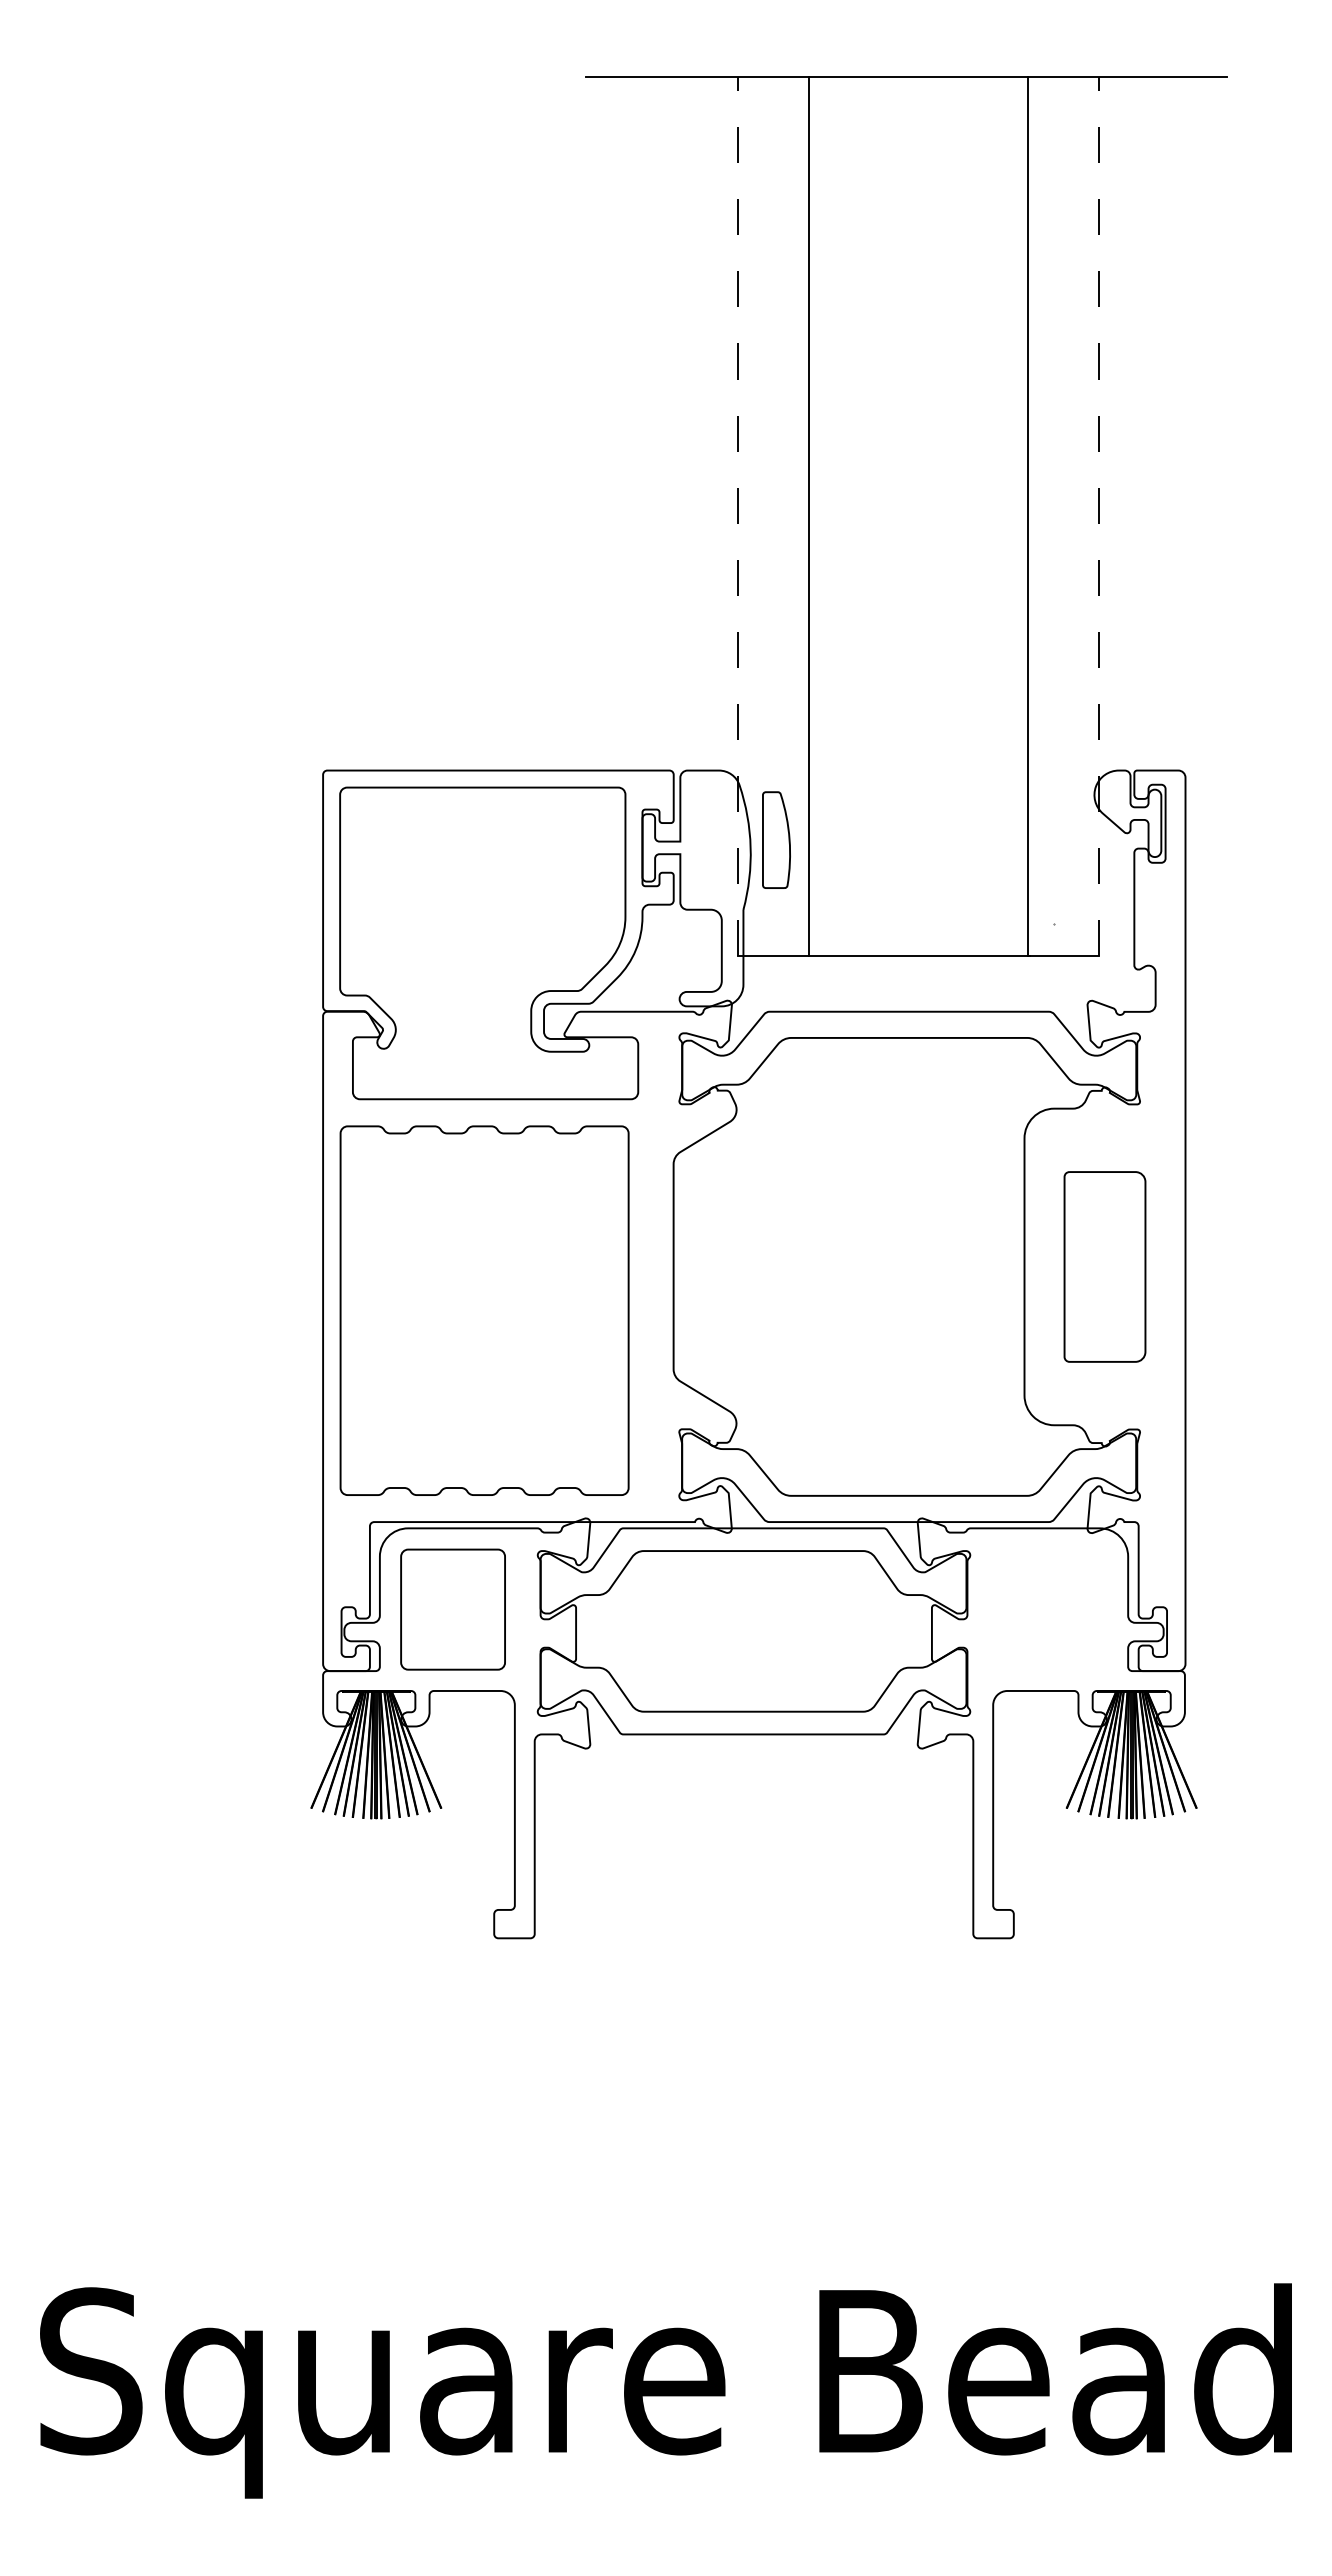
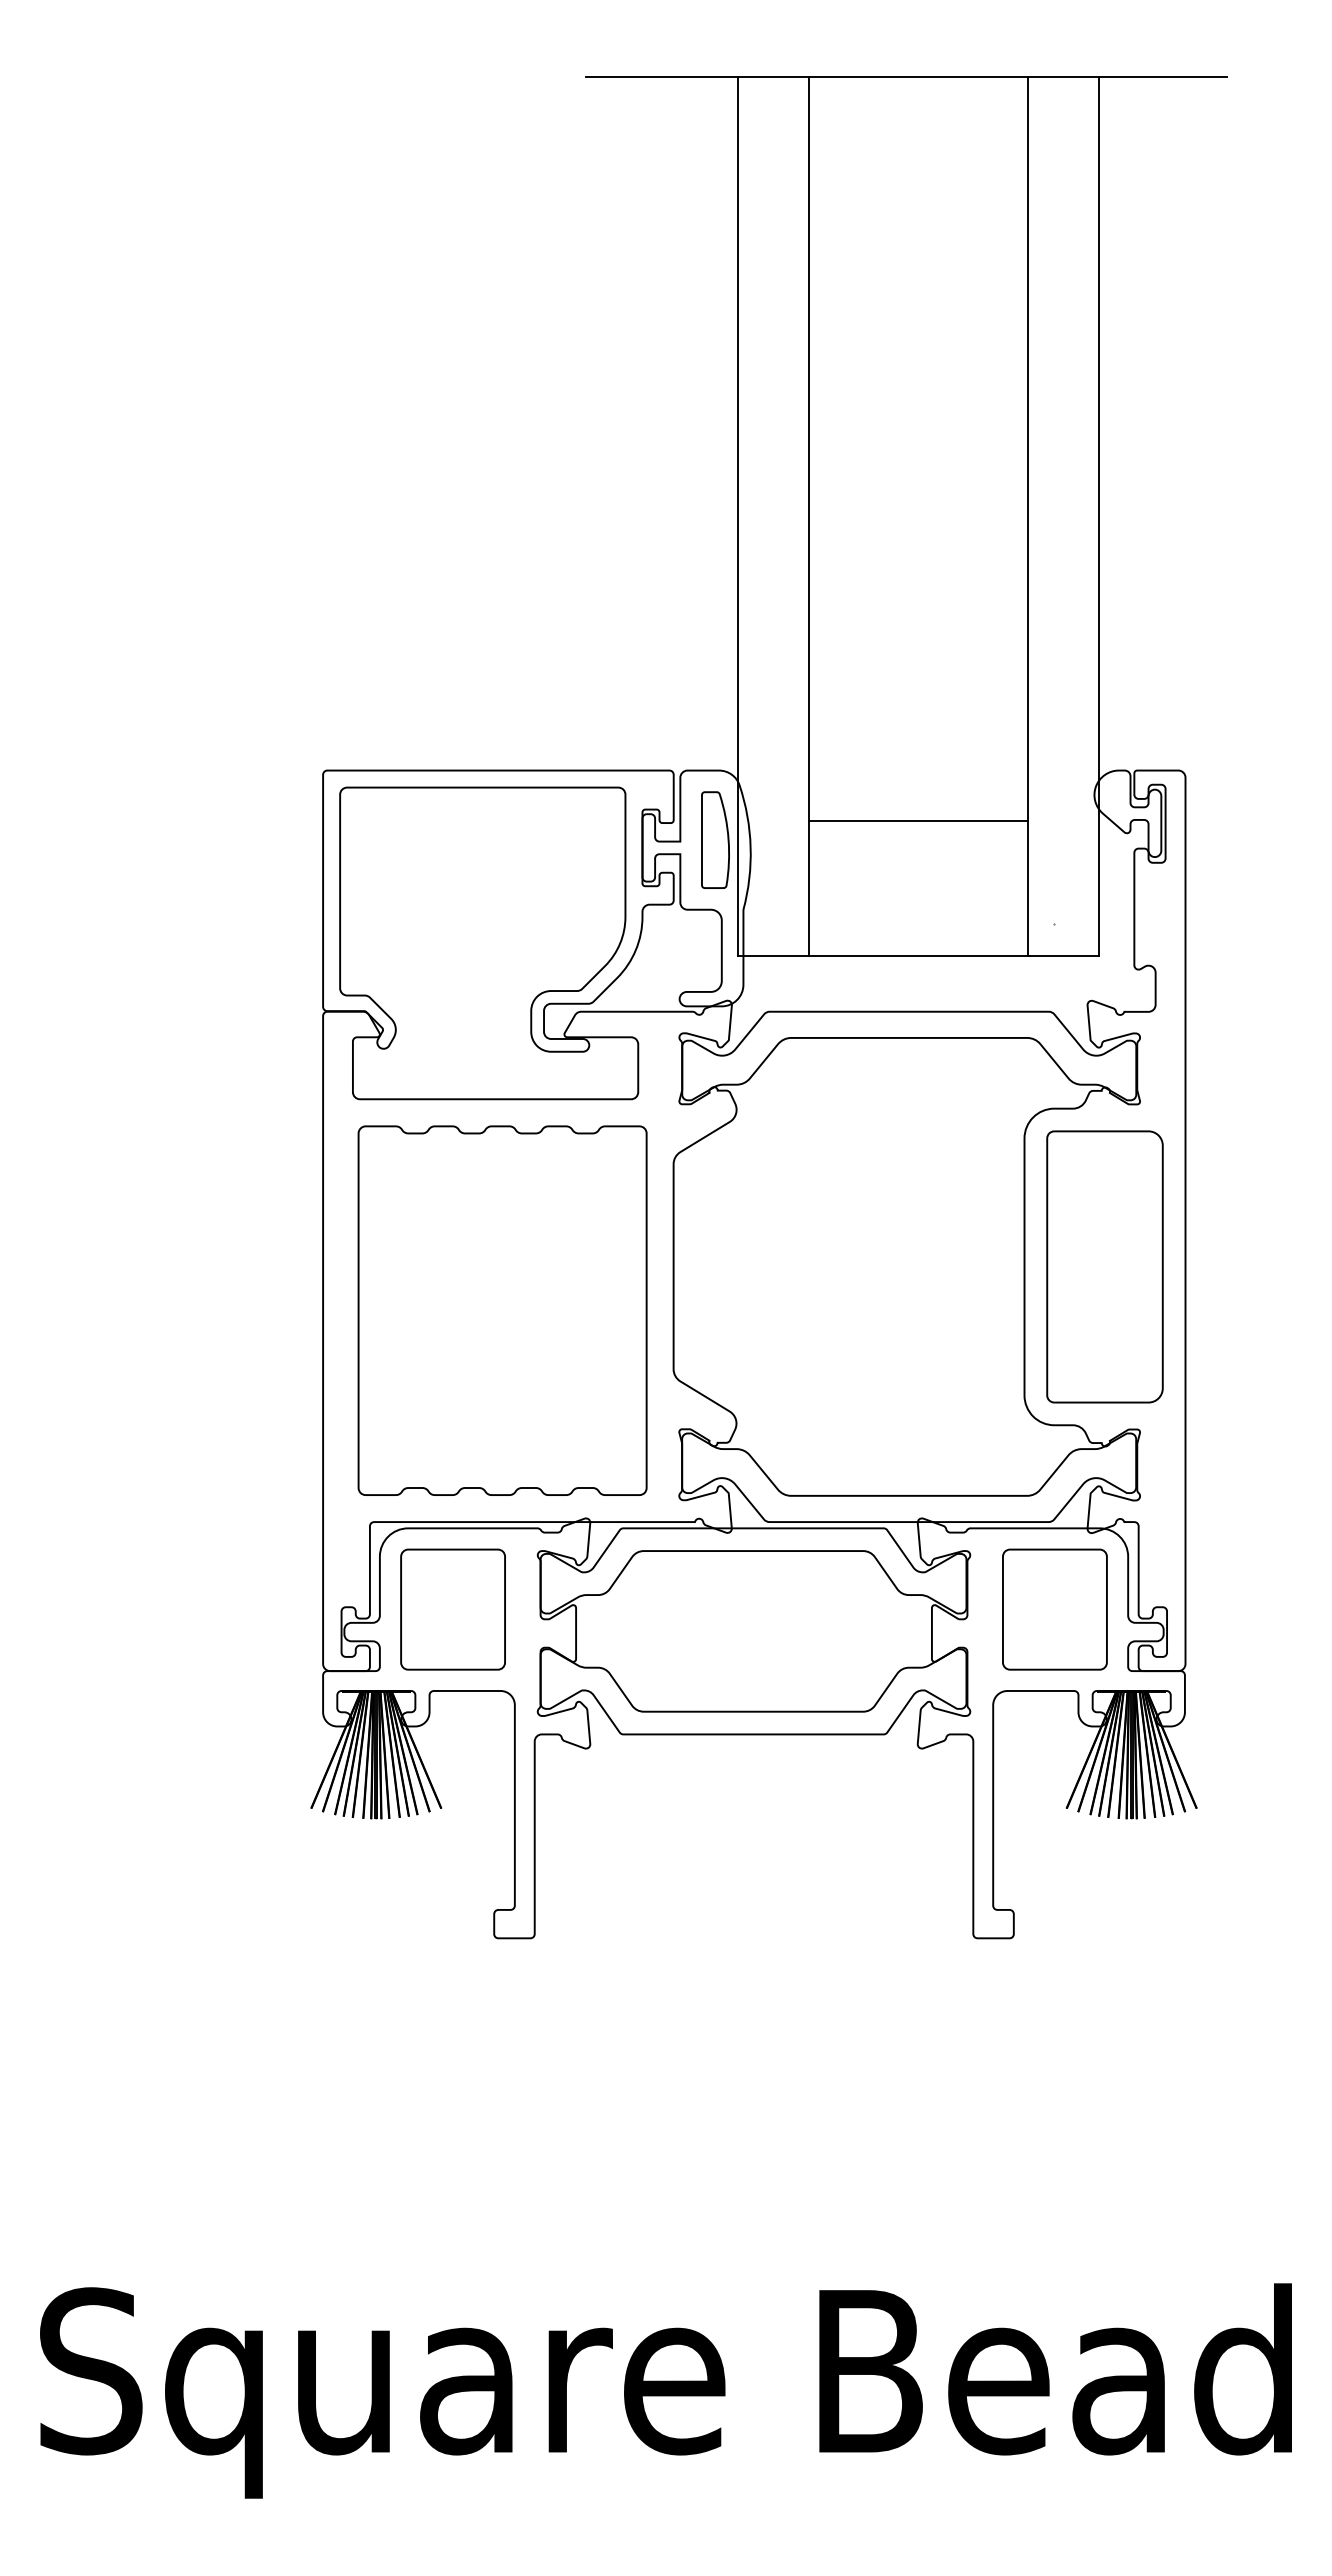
line at (738, 516): dashed -> solid
line at (1098, 516): dashed -> solid
line at (918, 821): none -> present
part at (776, 839) position: (776, 839) -> (715, 839)
part at (1104, 1266) size: 84x192 px -> 118x274 px
part at (484, 1310) position: (484, 1310) -> (502, 1310)
part at (1054, 1609): none -> present
